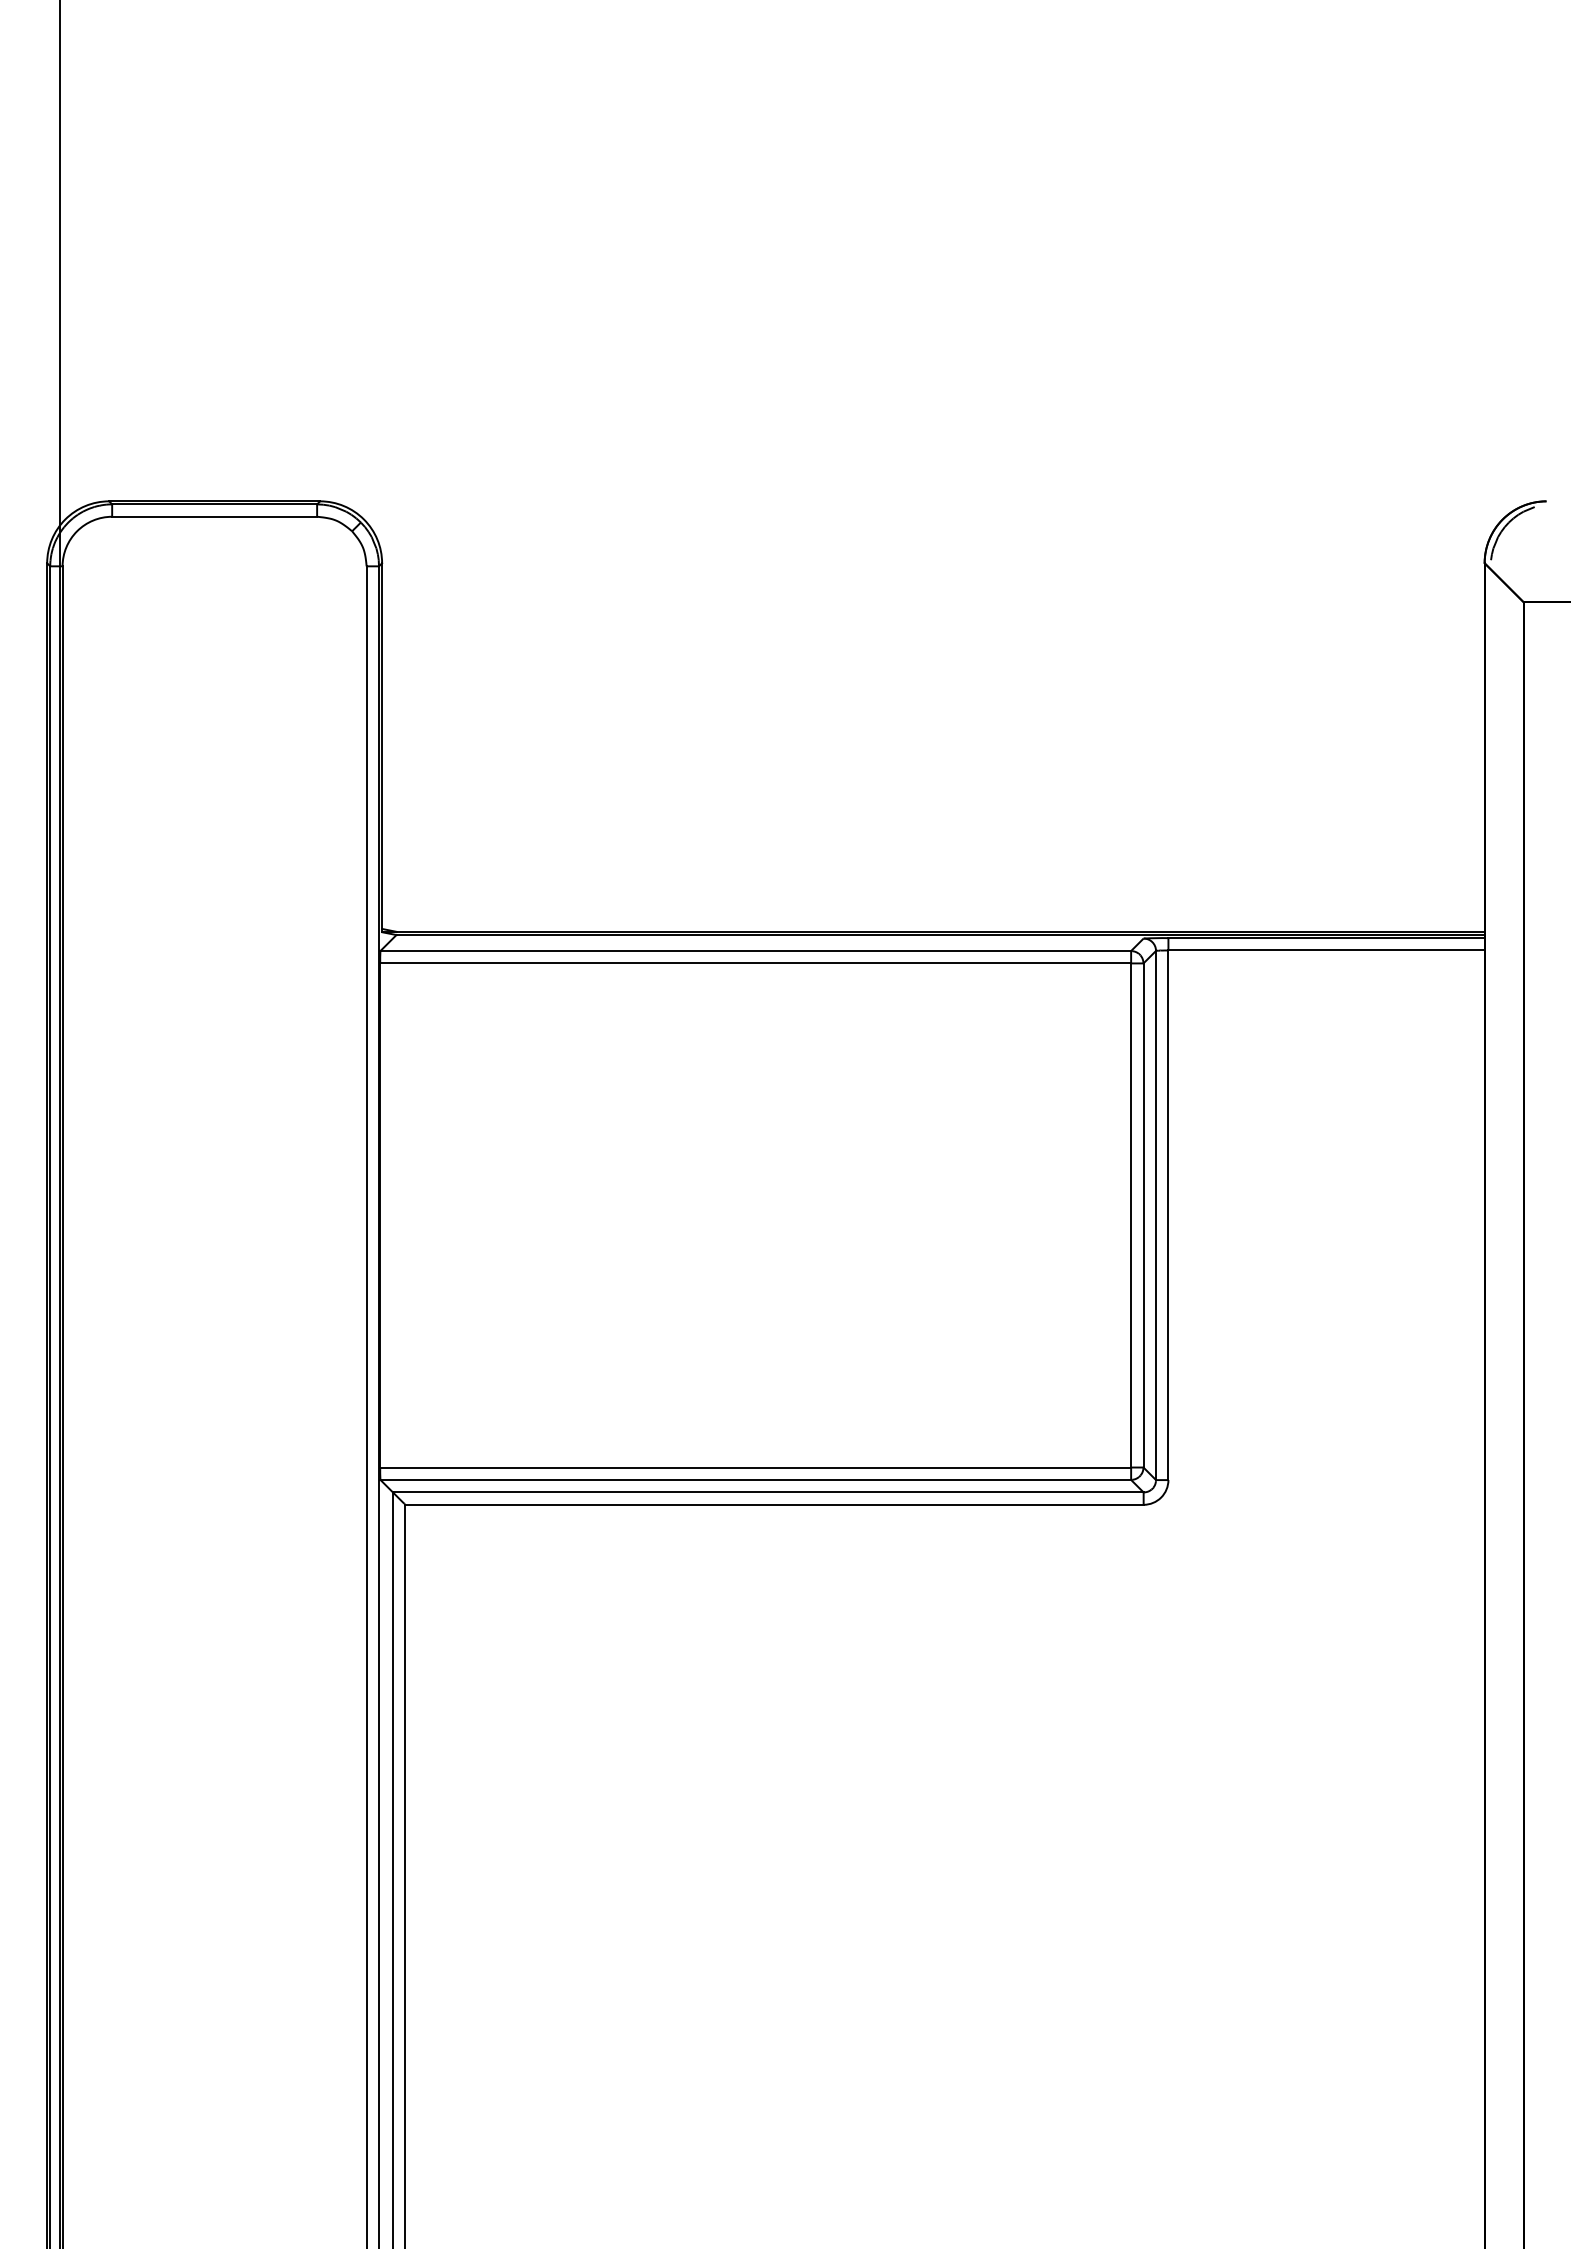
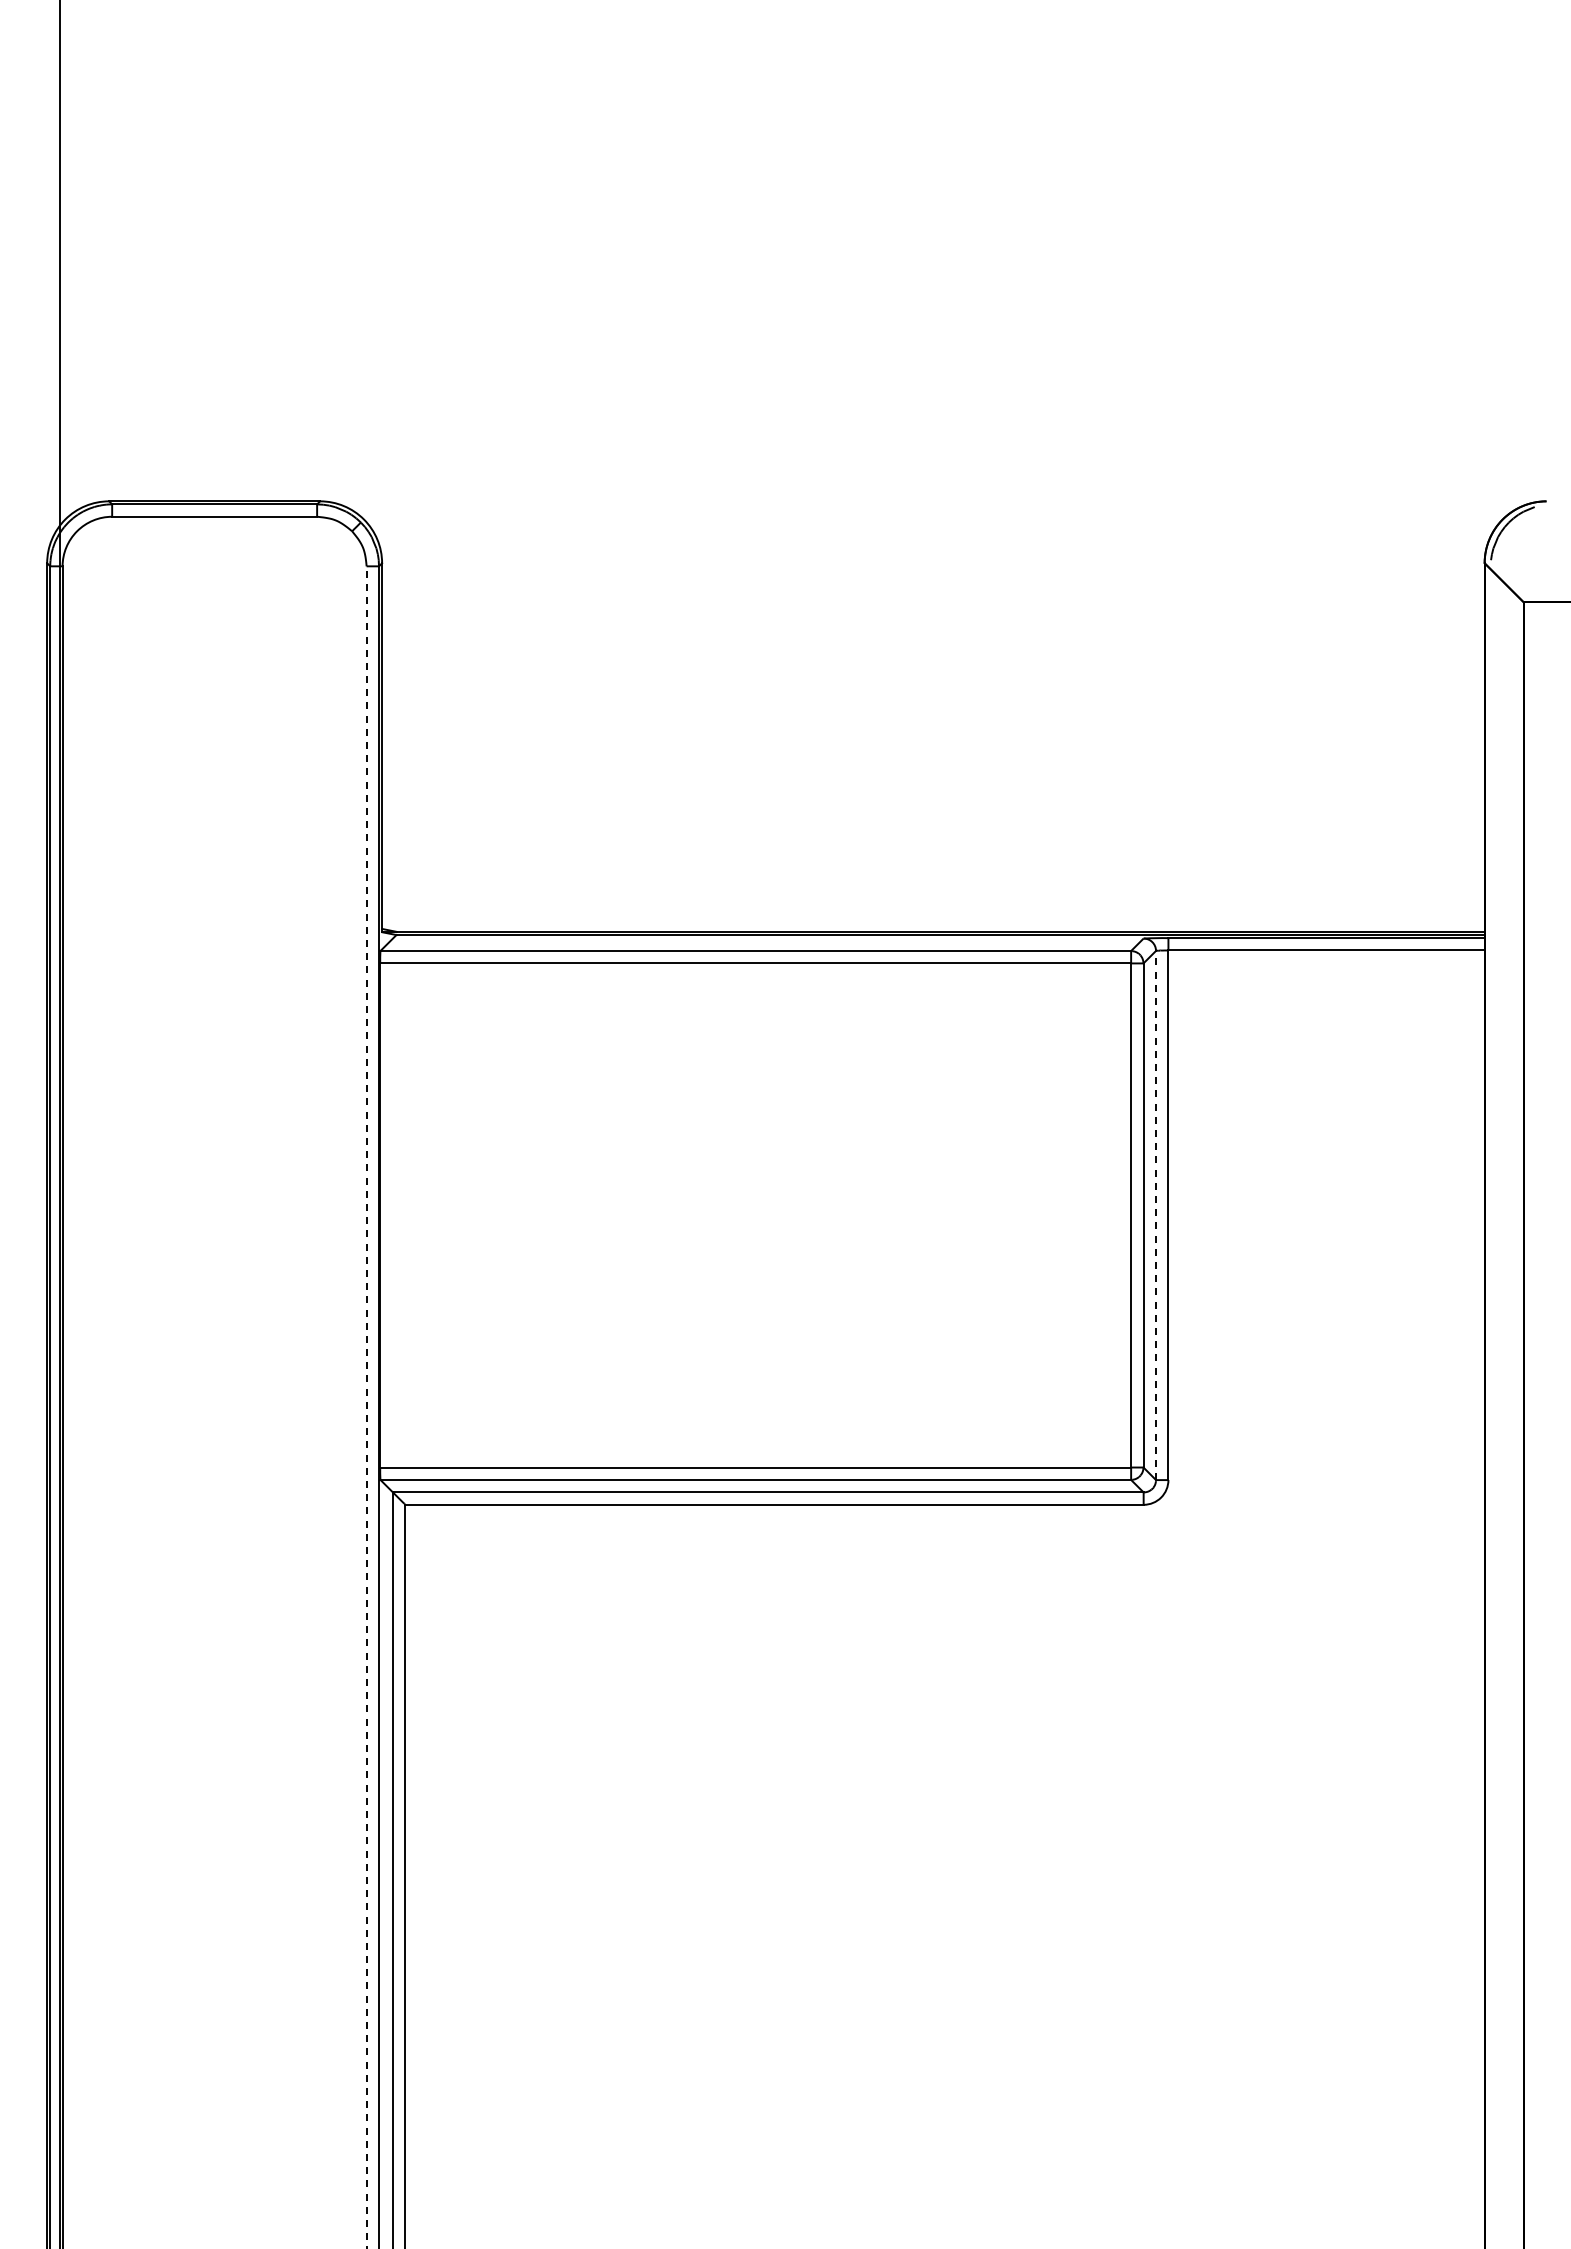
line at (1156, 1215): solid -> dashed
line at (366, 1407): solid -> dashed
